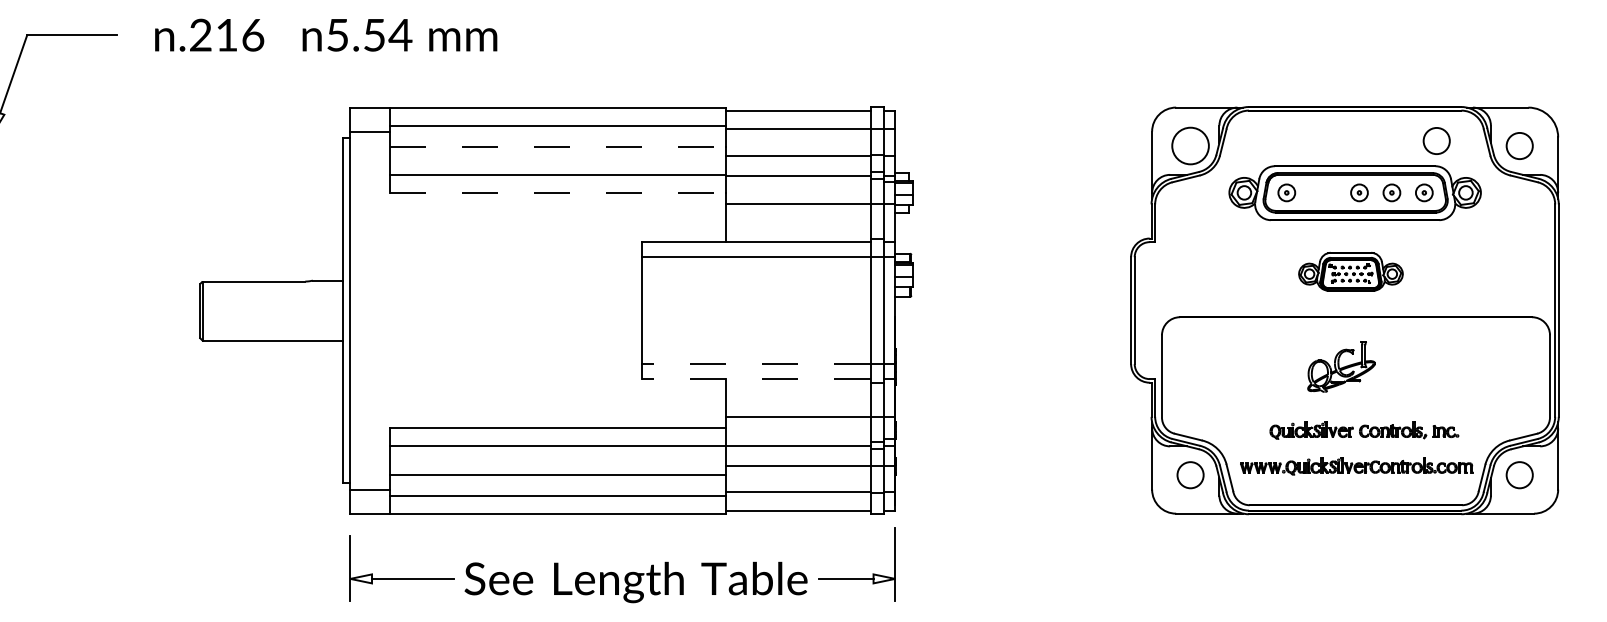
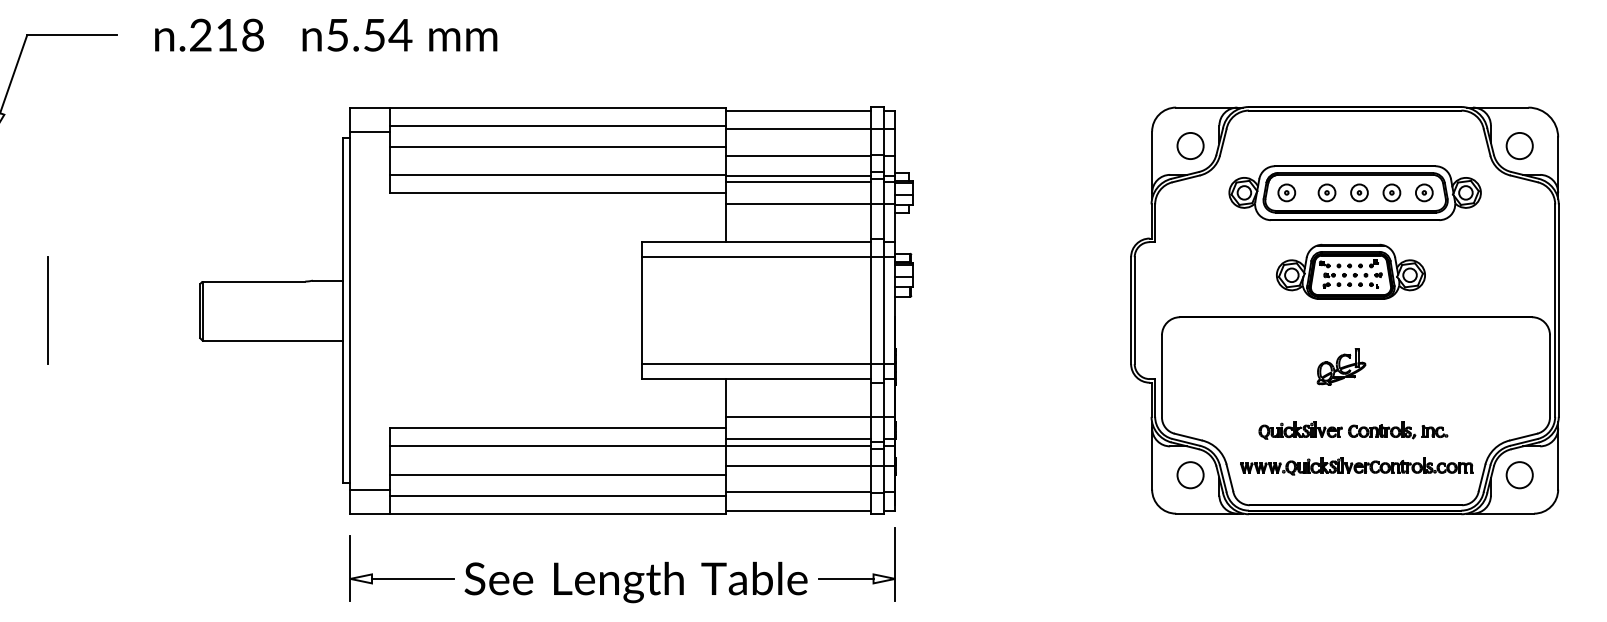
text at (253, 34): .216 -> .218
circle at (1436, 140): present -> none
circle at (1190, 145) diameter: 37 px -> 26 px
line at (558, 146): dashed -> solid
line at (798, 182): none -> present
line at (558, 192): dashed -> solid
part at (1326, 192): none -> present
part at (1350, 271) size: 106x40 px -> 150x57 px
line at (48, 310): none -> present
line at (755, 364): dashed -> solid
part at (1341, 366) size: 69x52 px -> 51x38 px
line at (755, 379): dashed -> solid
part at (1364, 430) position: (1364, 430) -> (1353, 430)
line at (798, 438): none -> present
